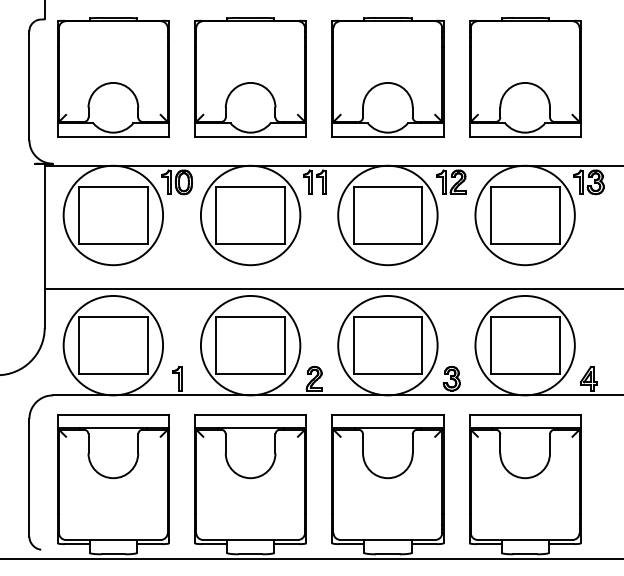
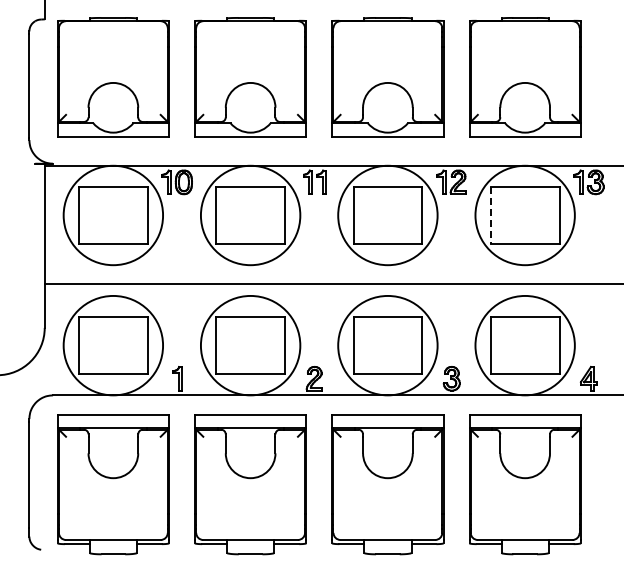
line at (490, 215): solid -> dashed
line at (332, 288) position: (332, 288) -> (332, 283)
line at (311, 558): present -> none
